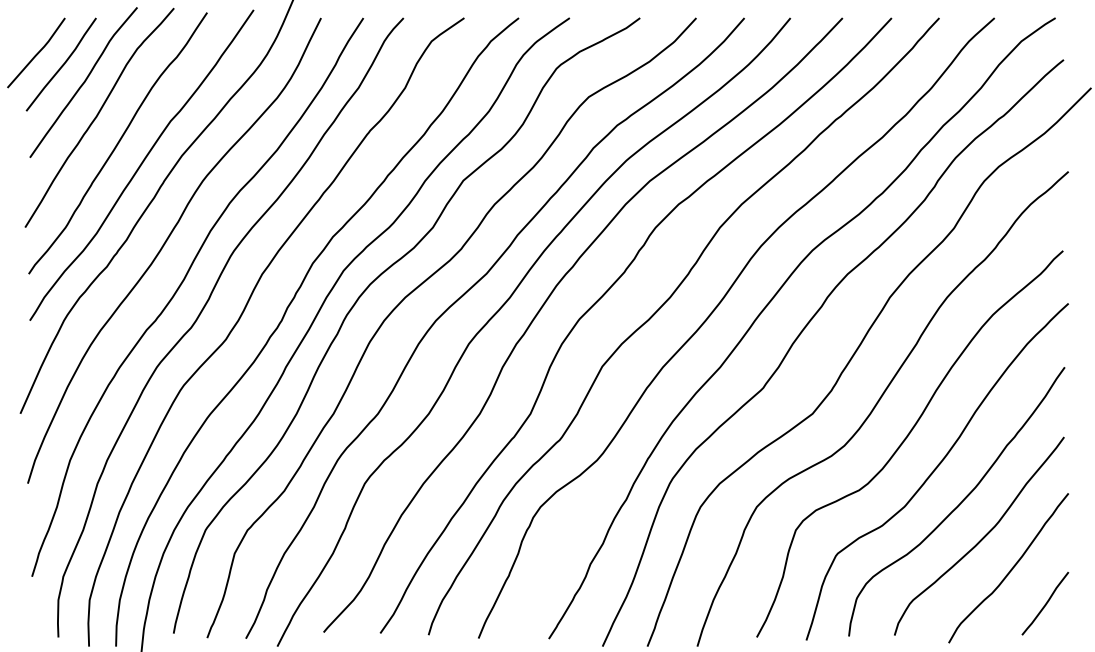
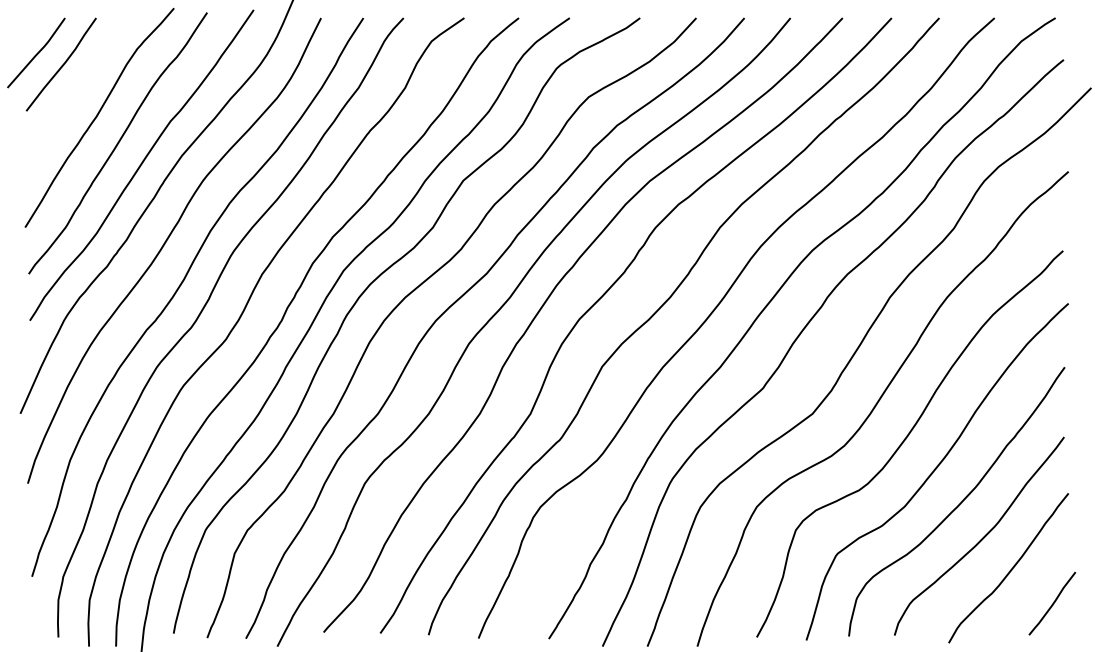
curve at (83, 82): present -> none
curve at (1045, 603) position: (1045, 603) -> (1052, 603)
